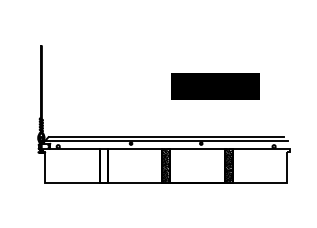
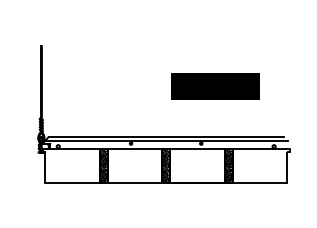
hatch at (103, 165): none -> present
